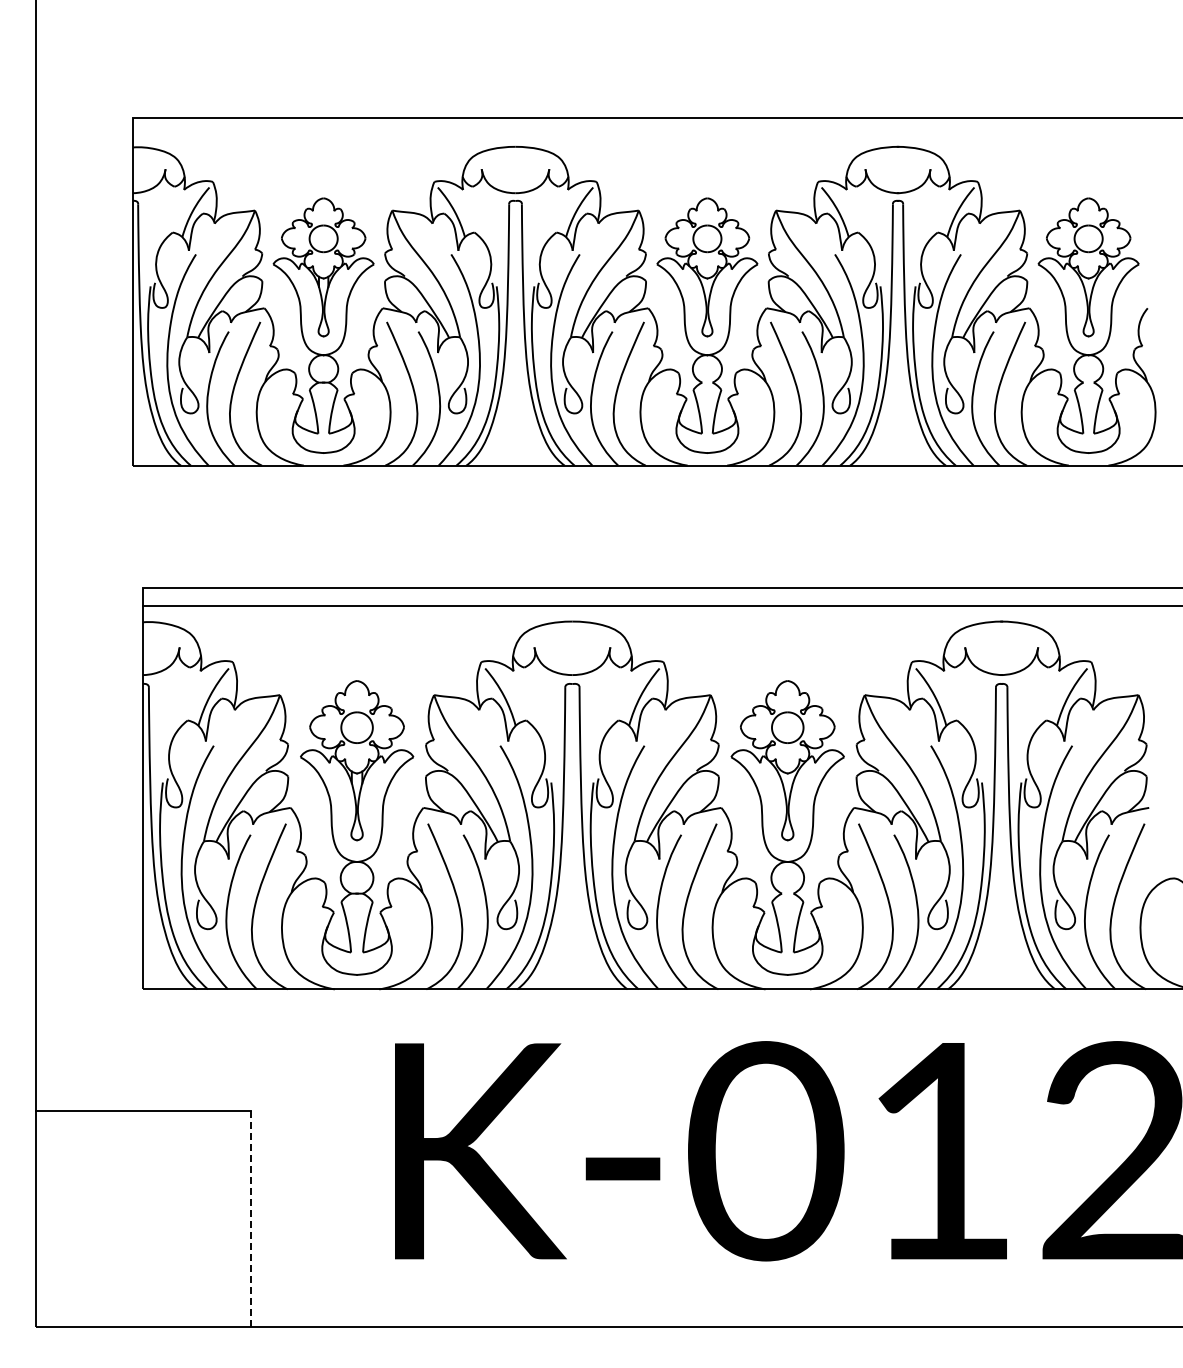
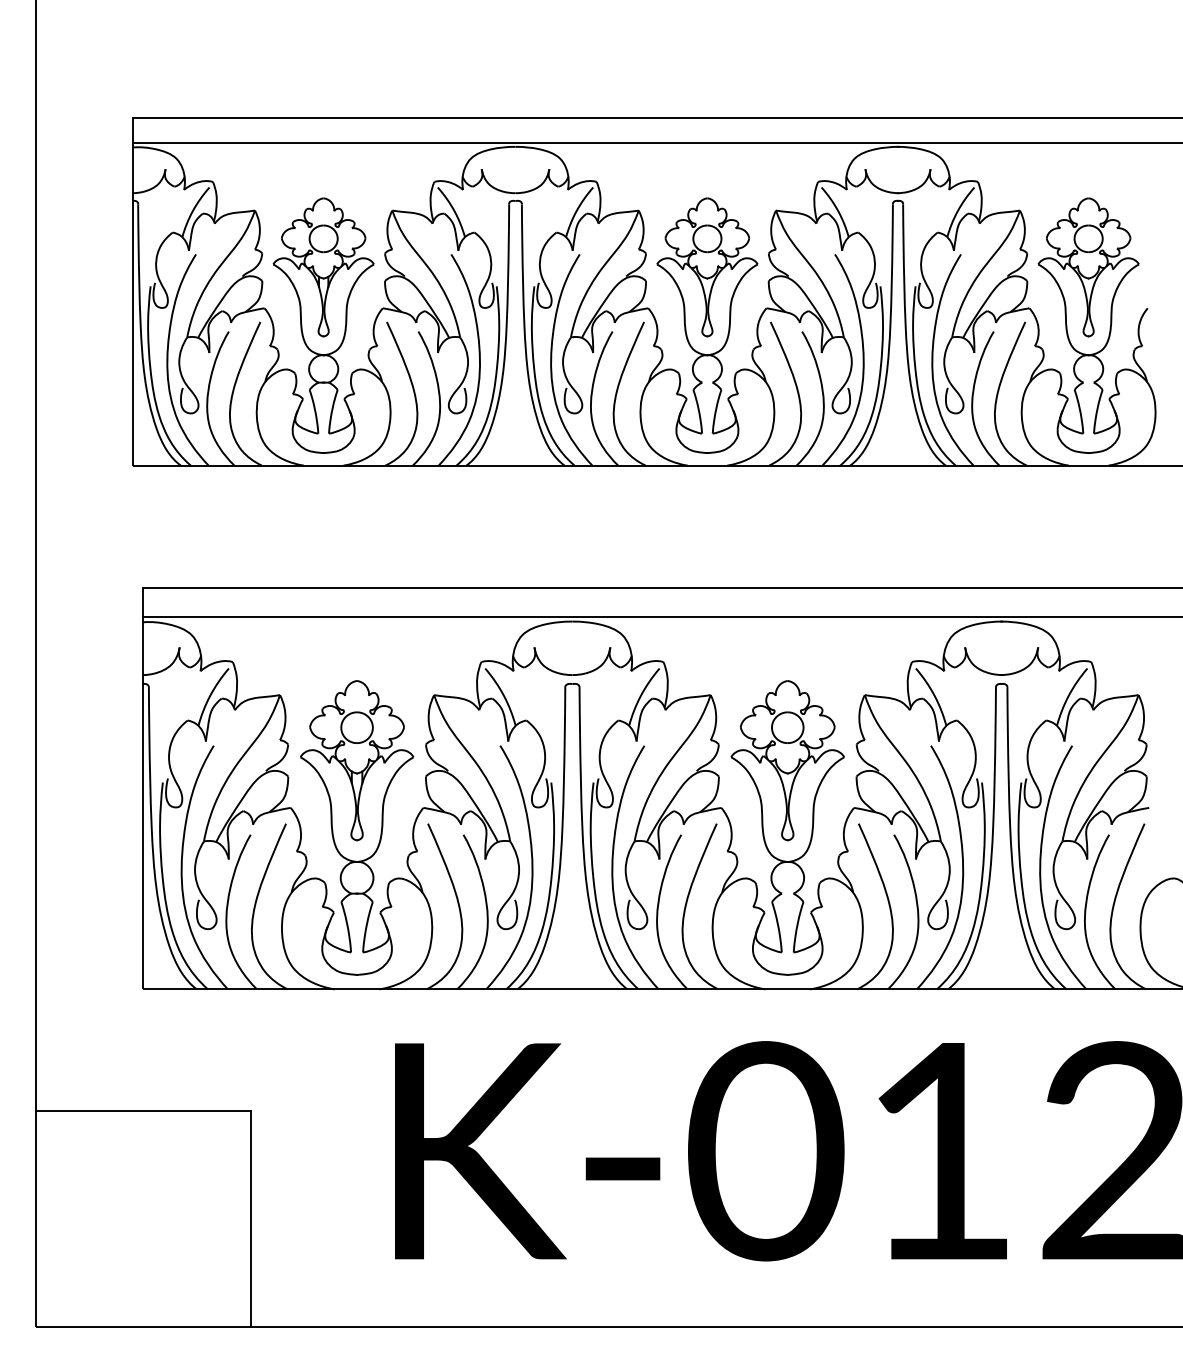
line at (656, 142): none -> present
line at (661, 606) position: (661, 606) -> (661, 617)
line at (251, 1219): dashed -> solid
